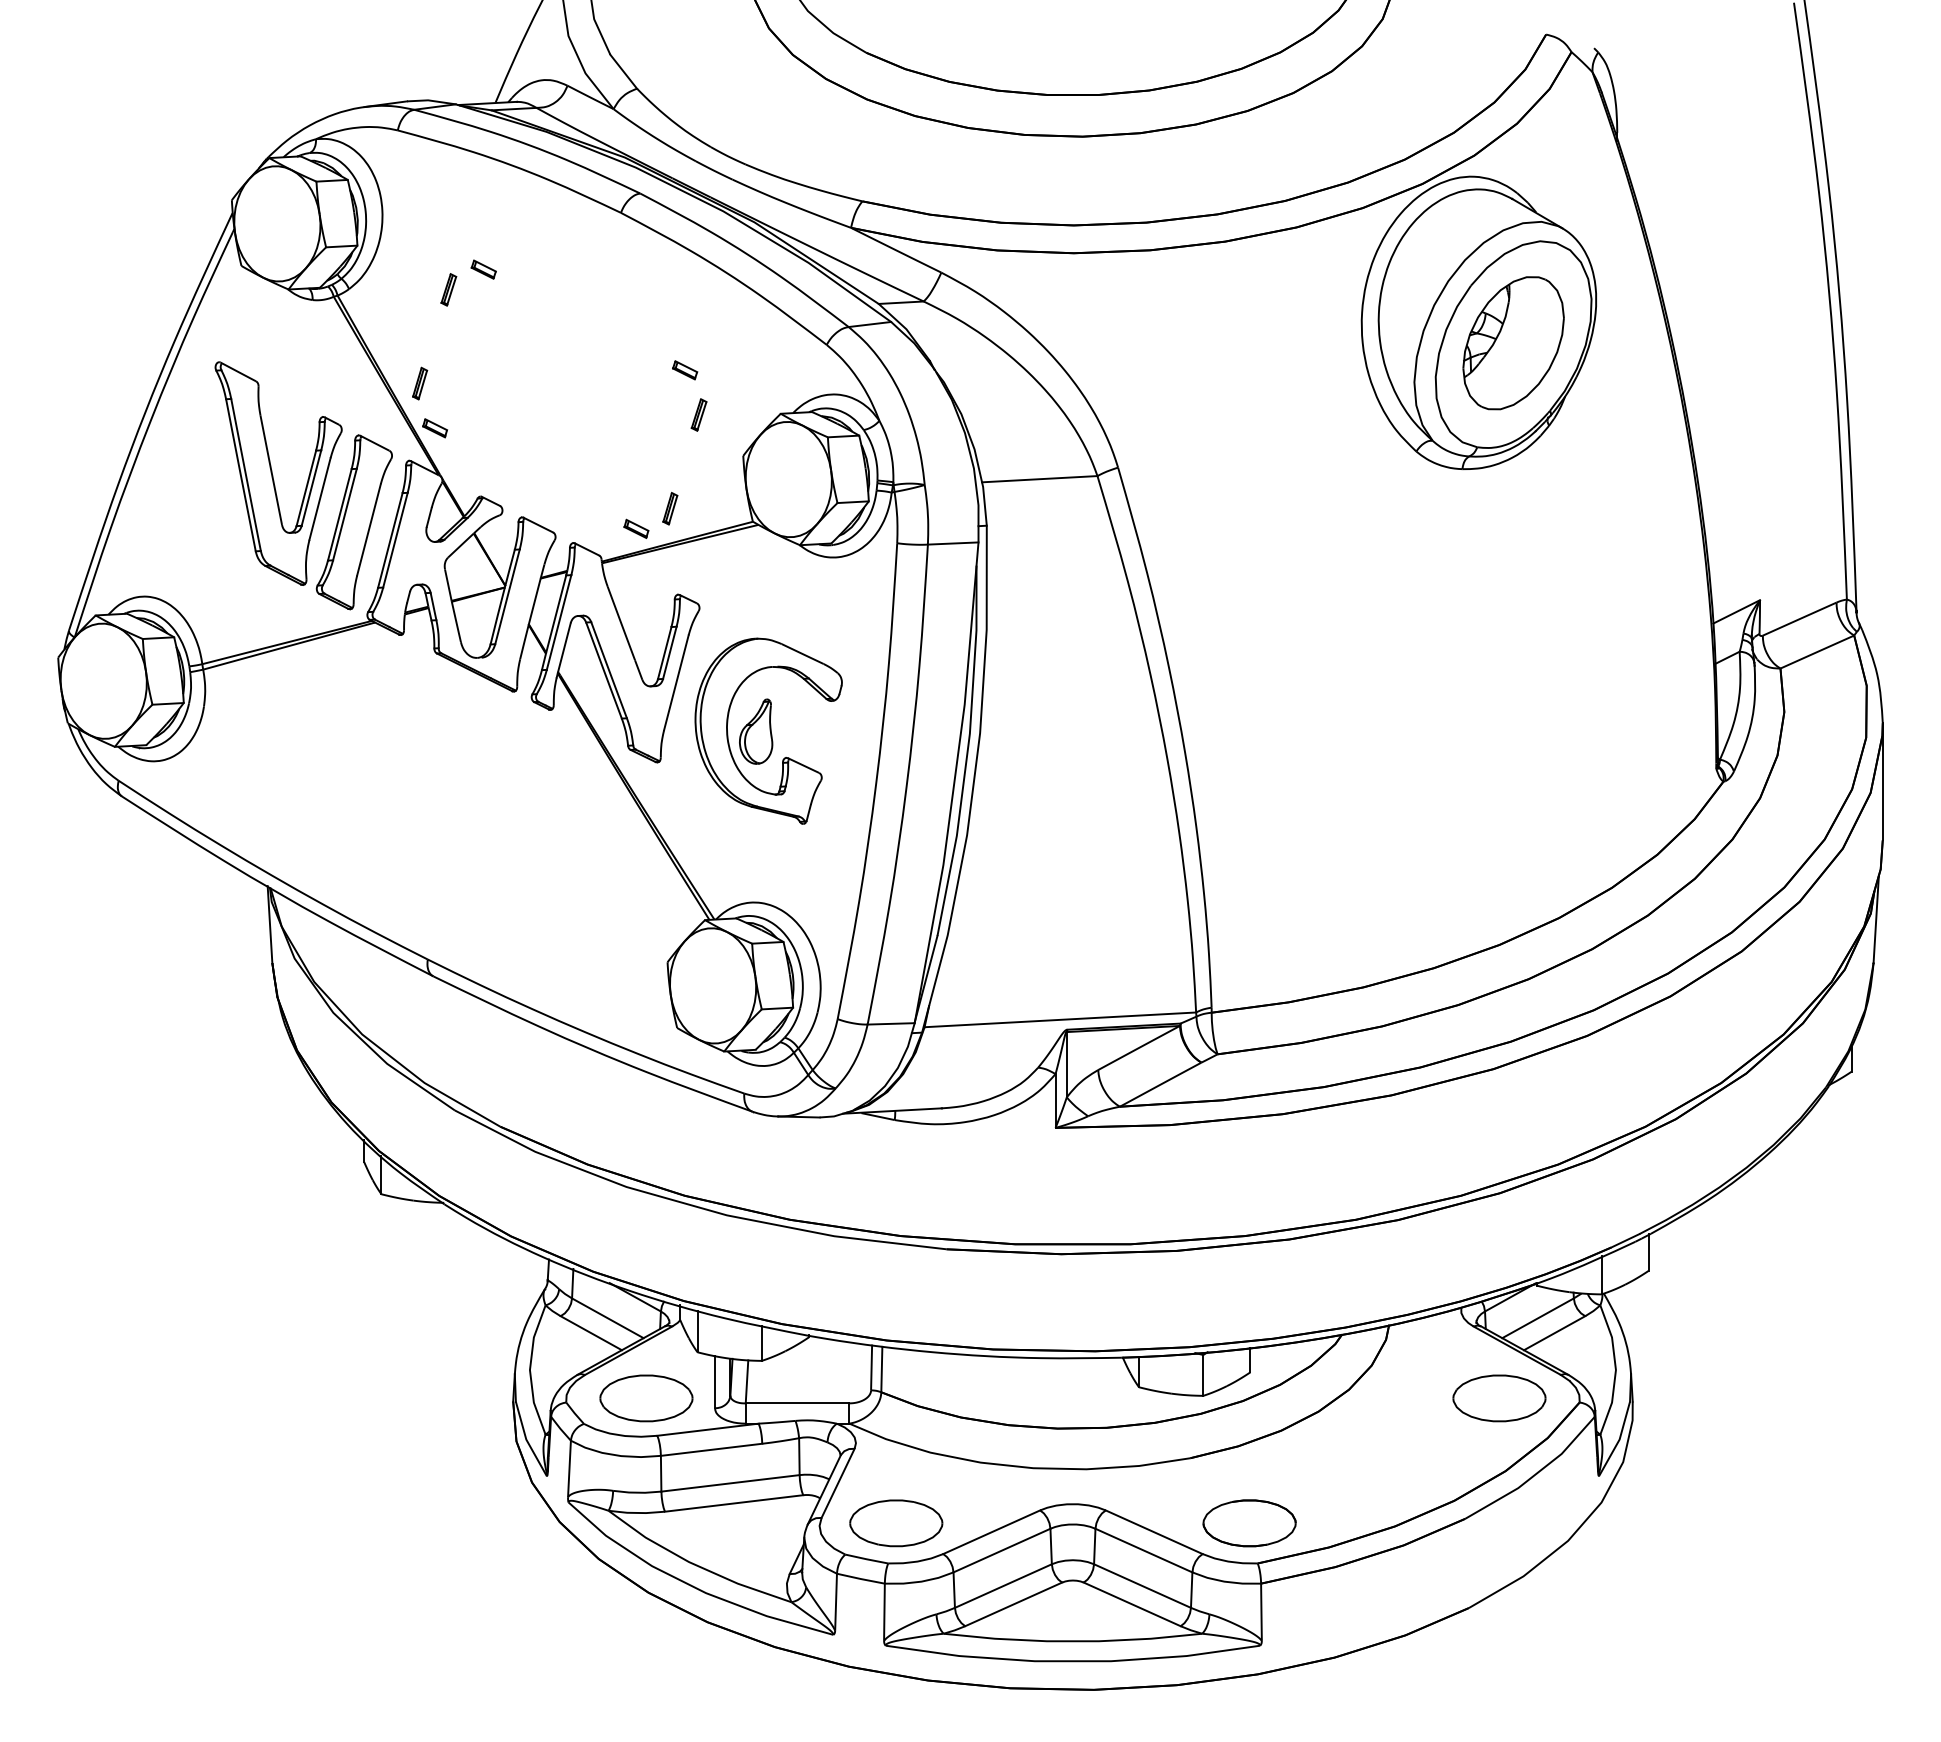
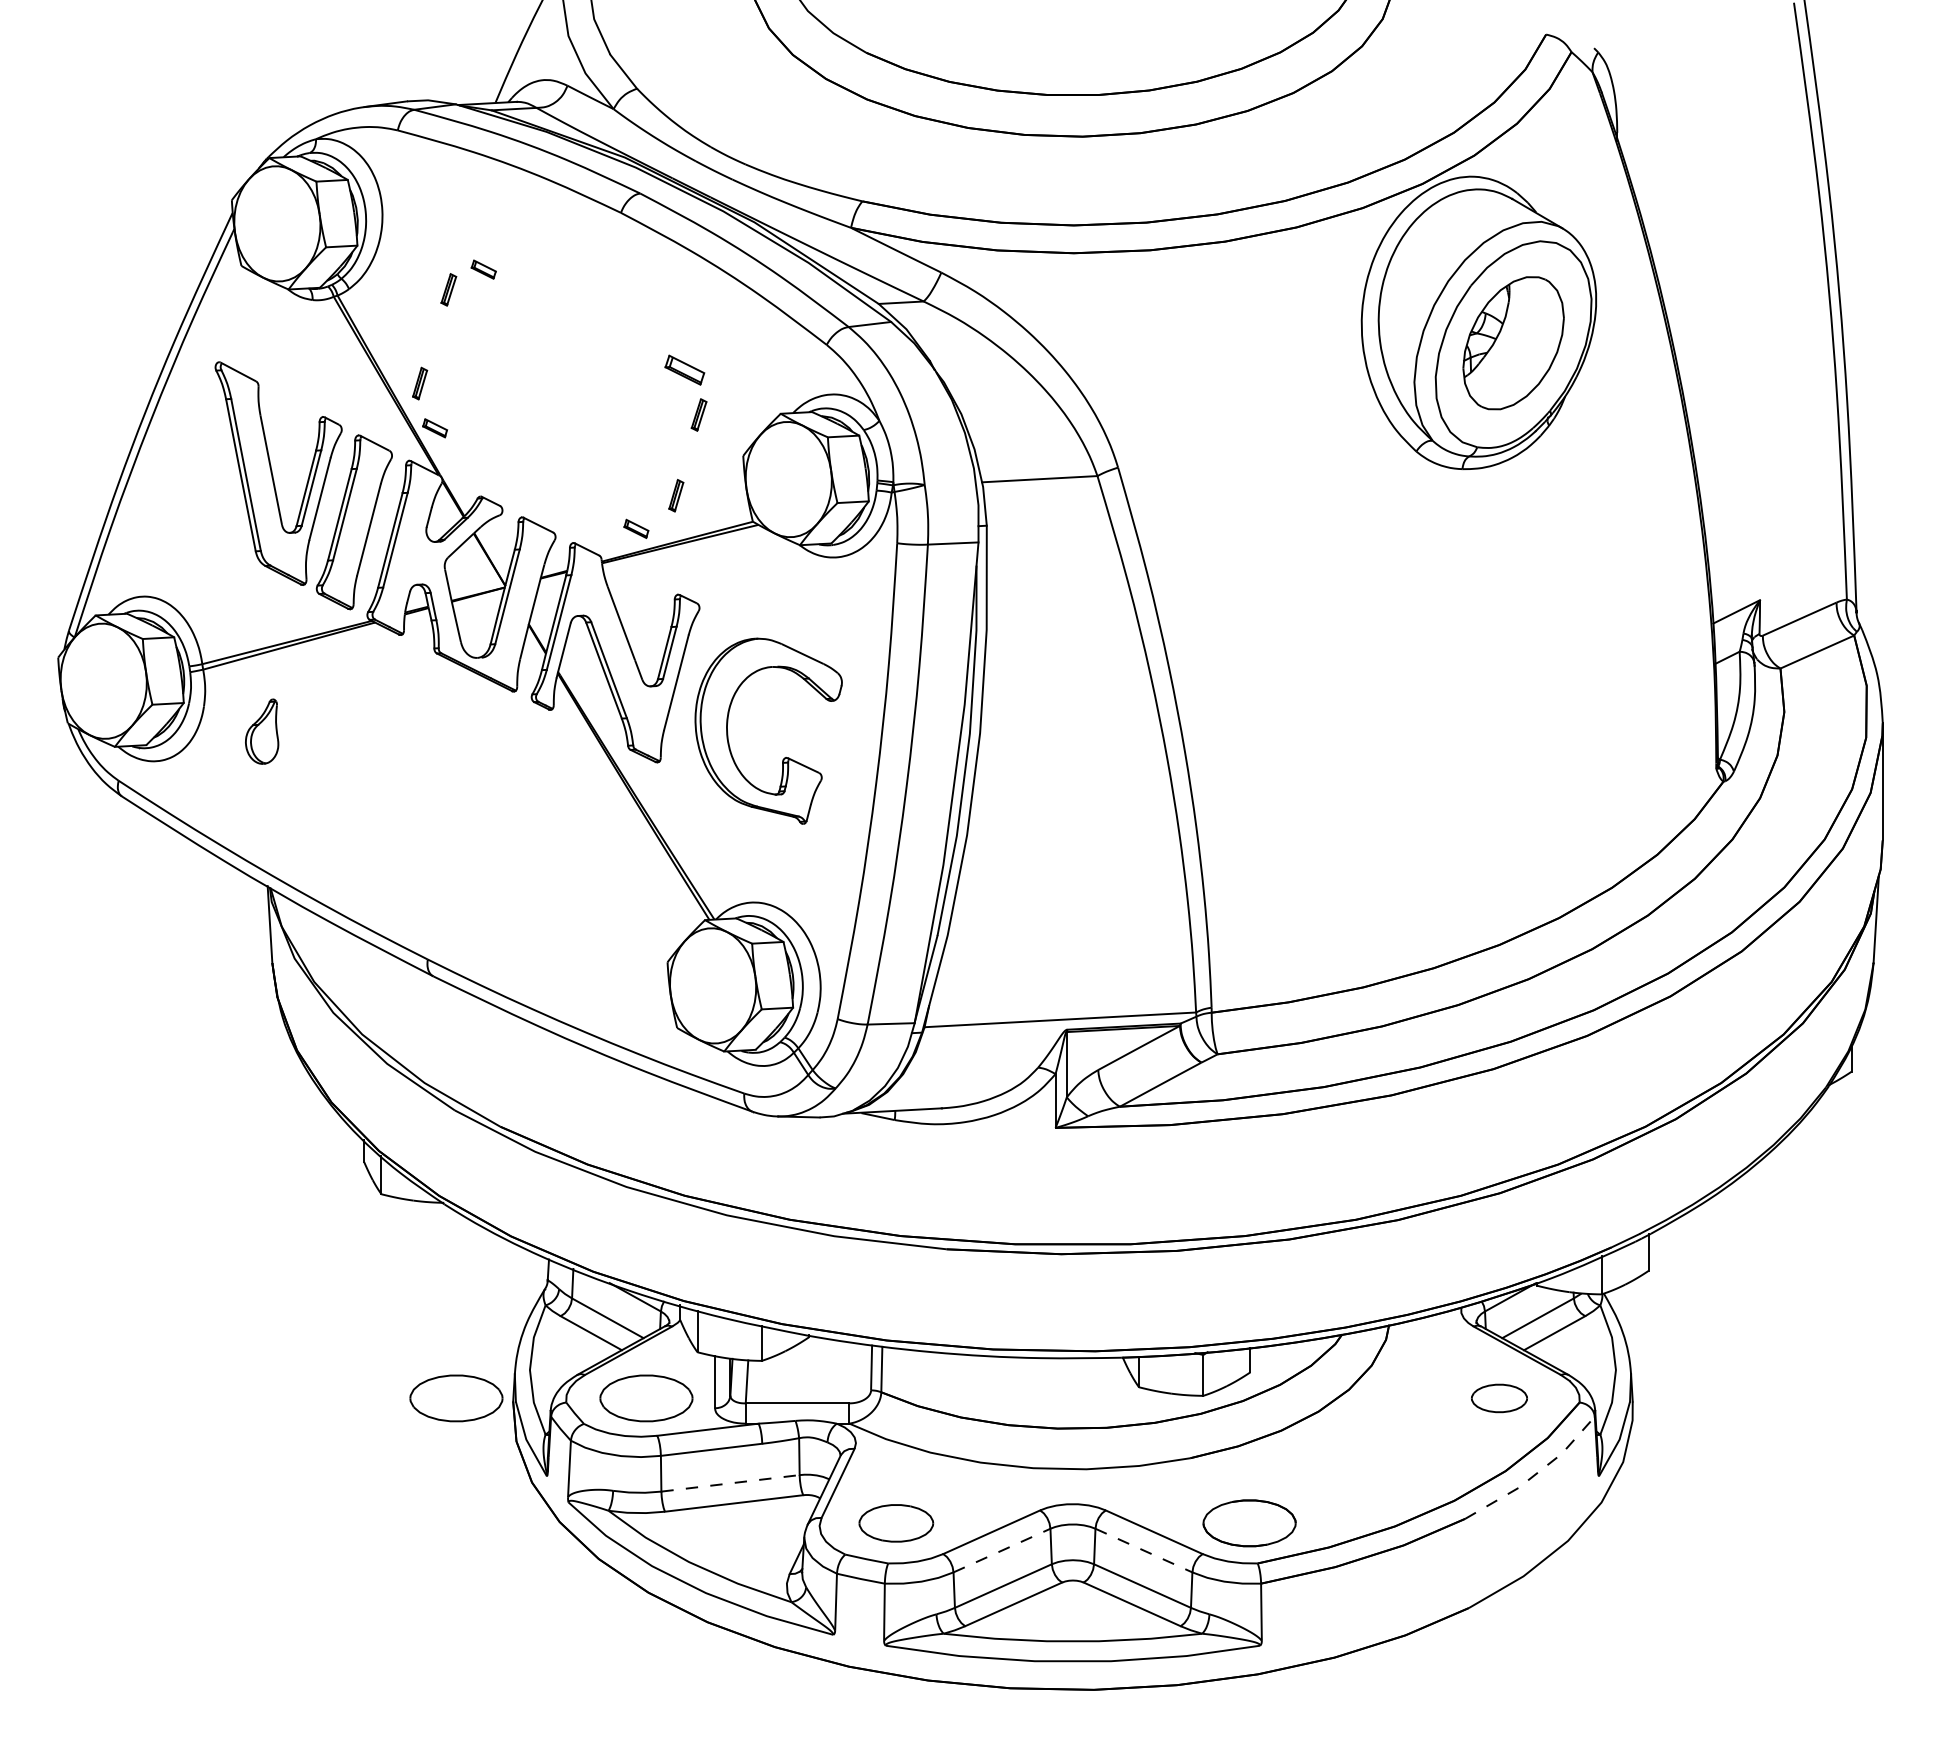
part at (685, 370) size: 27x21 px -> 42x32 px
part at (670, 508) position: (670, 508) -> (676, 495)
part at (756, 731) position: (756, 731) -> (262, 731)
part at (456, 1398): none -> present
part at (1499, 1398) size: 95x49 px -> 57x31 px
line at (1535, 1474): solid -> dashed
line at (730, 1483): solid -> dashed
part at (896, 1523) size: 95x49 px -> 77x39 px
line at (1002, 1550): solid -> dashed
line at (1144, 1550): solid -> dashed
